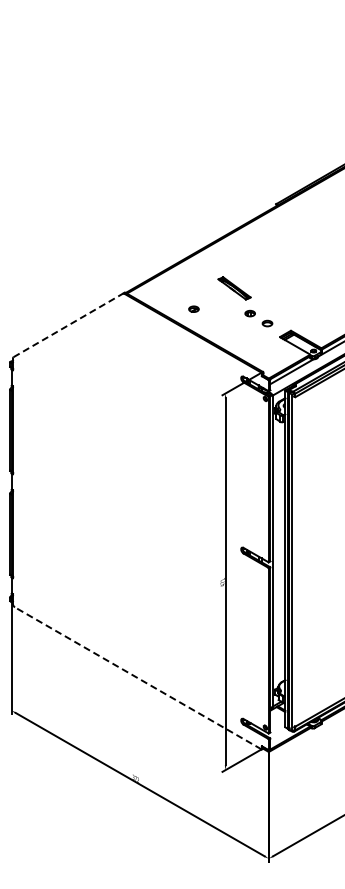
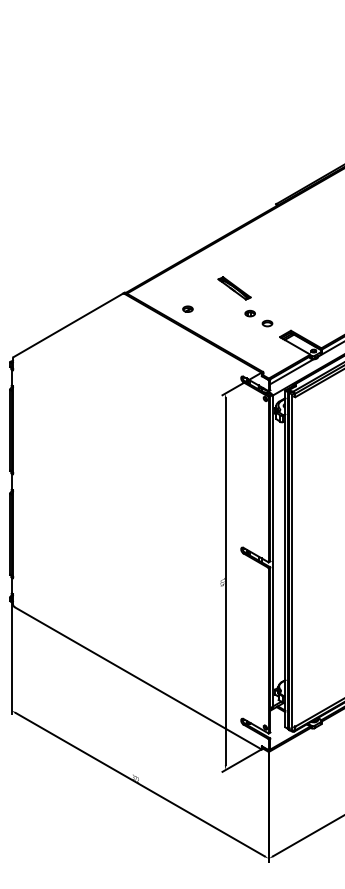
part at (193, 308) position: (193, 308) -> (187, 308)
line at (68, 325): dashed -> solid
line at (137, 678): dashed -> solid
